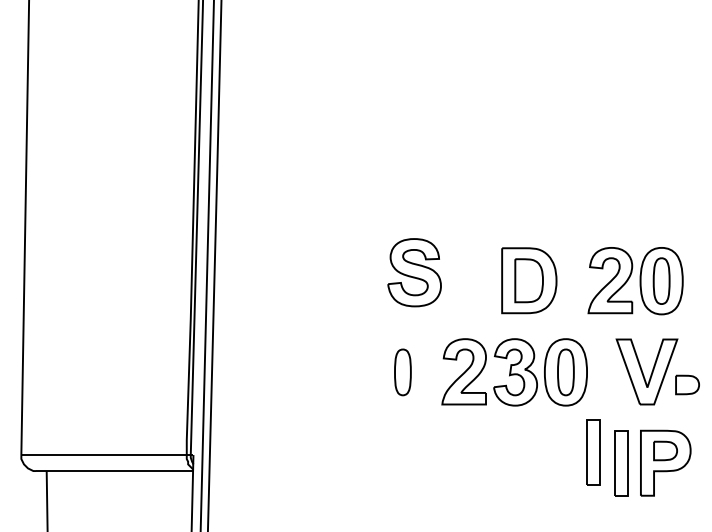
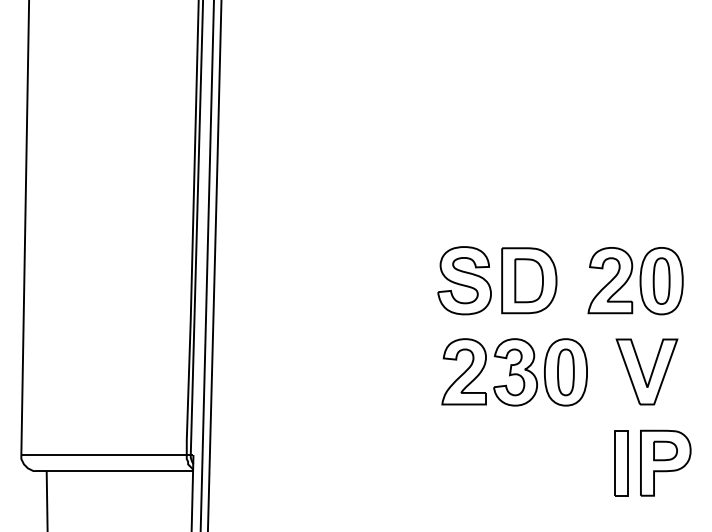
part at (414, 272) position: (414, 272) -> (464, 280)
part at (402, 372): present -> none
part at (687, 384): present -> none
part at (593, 452): present -> none
